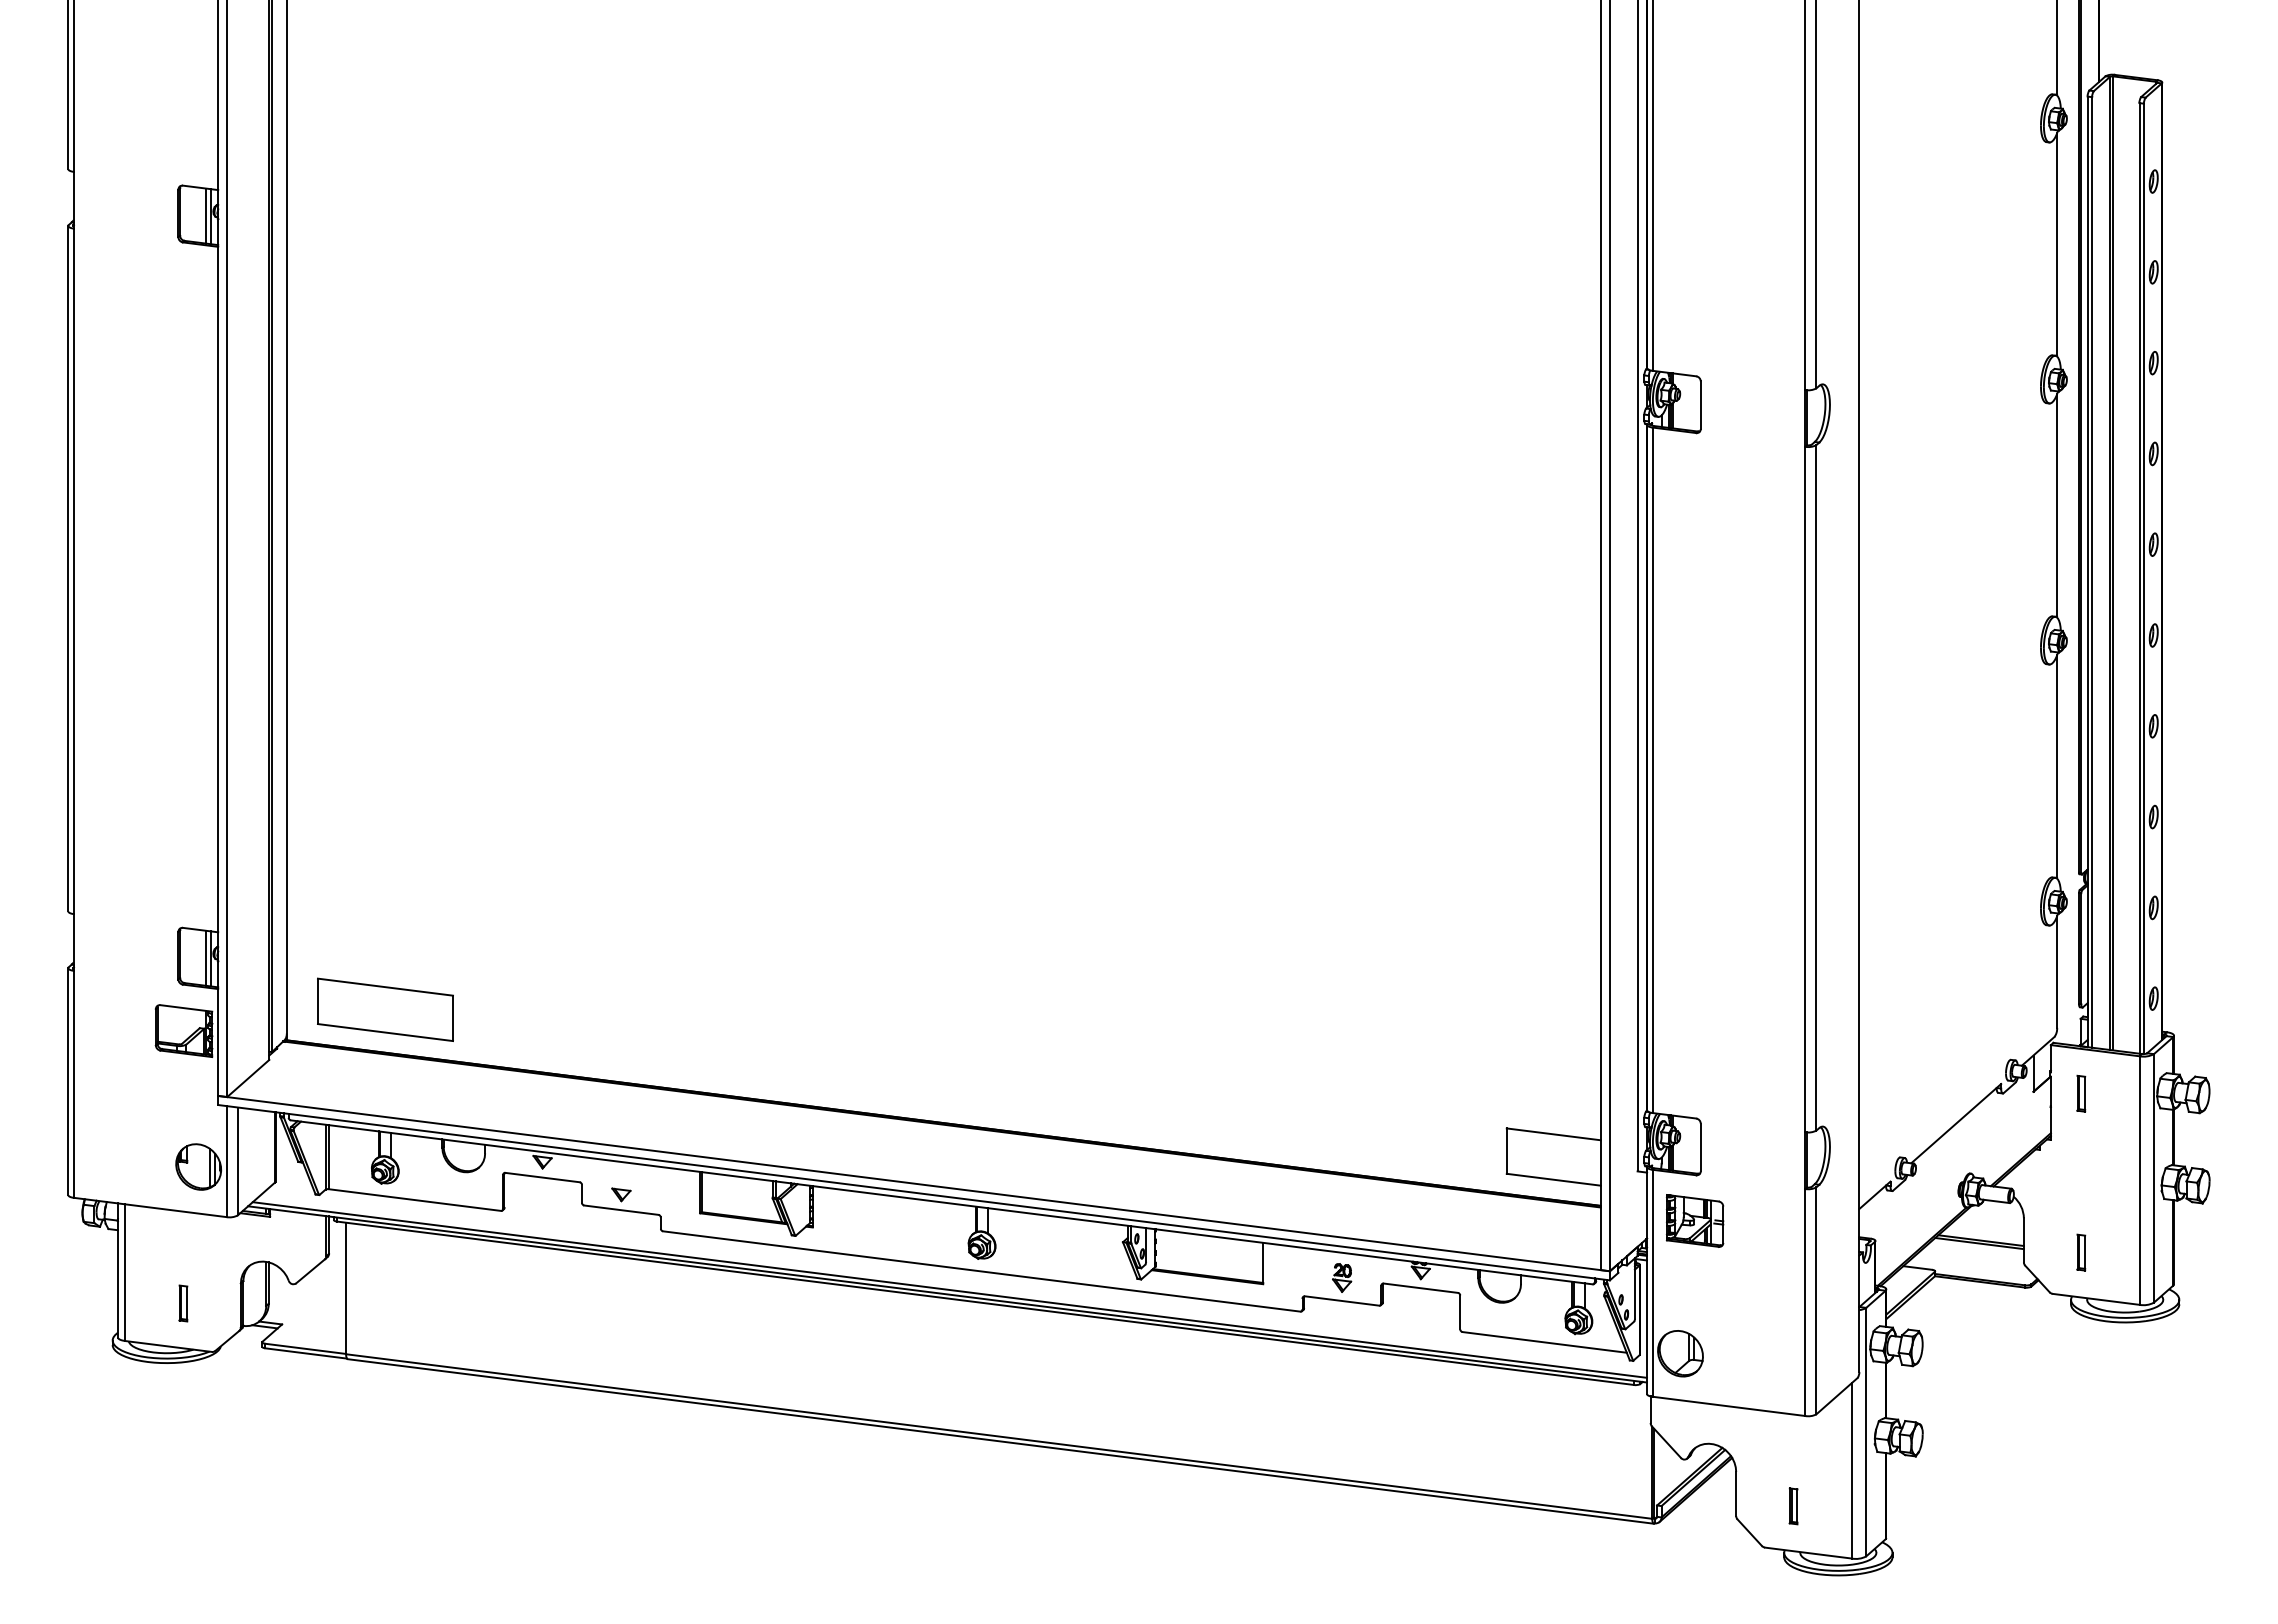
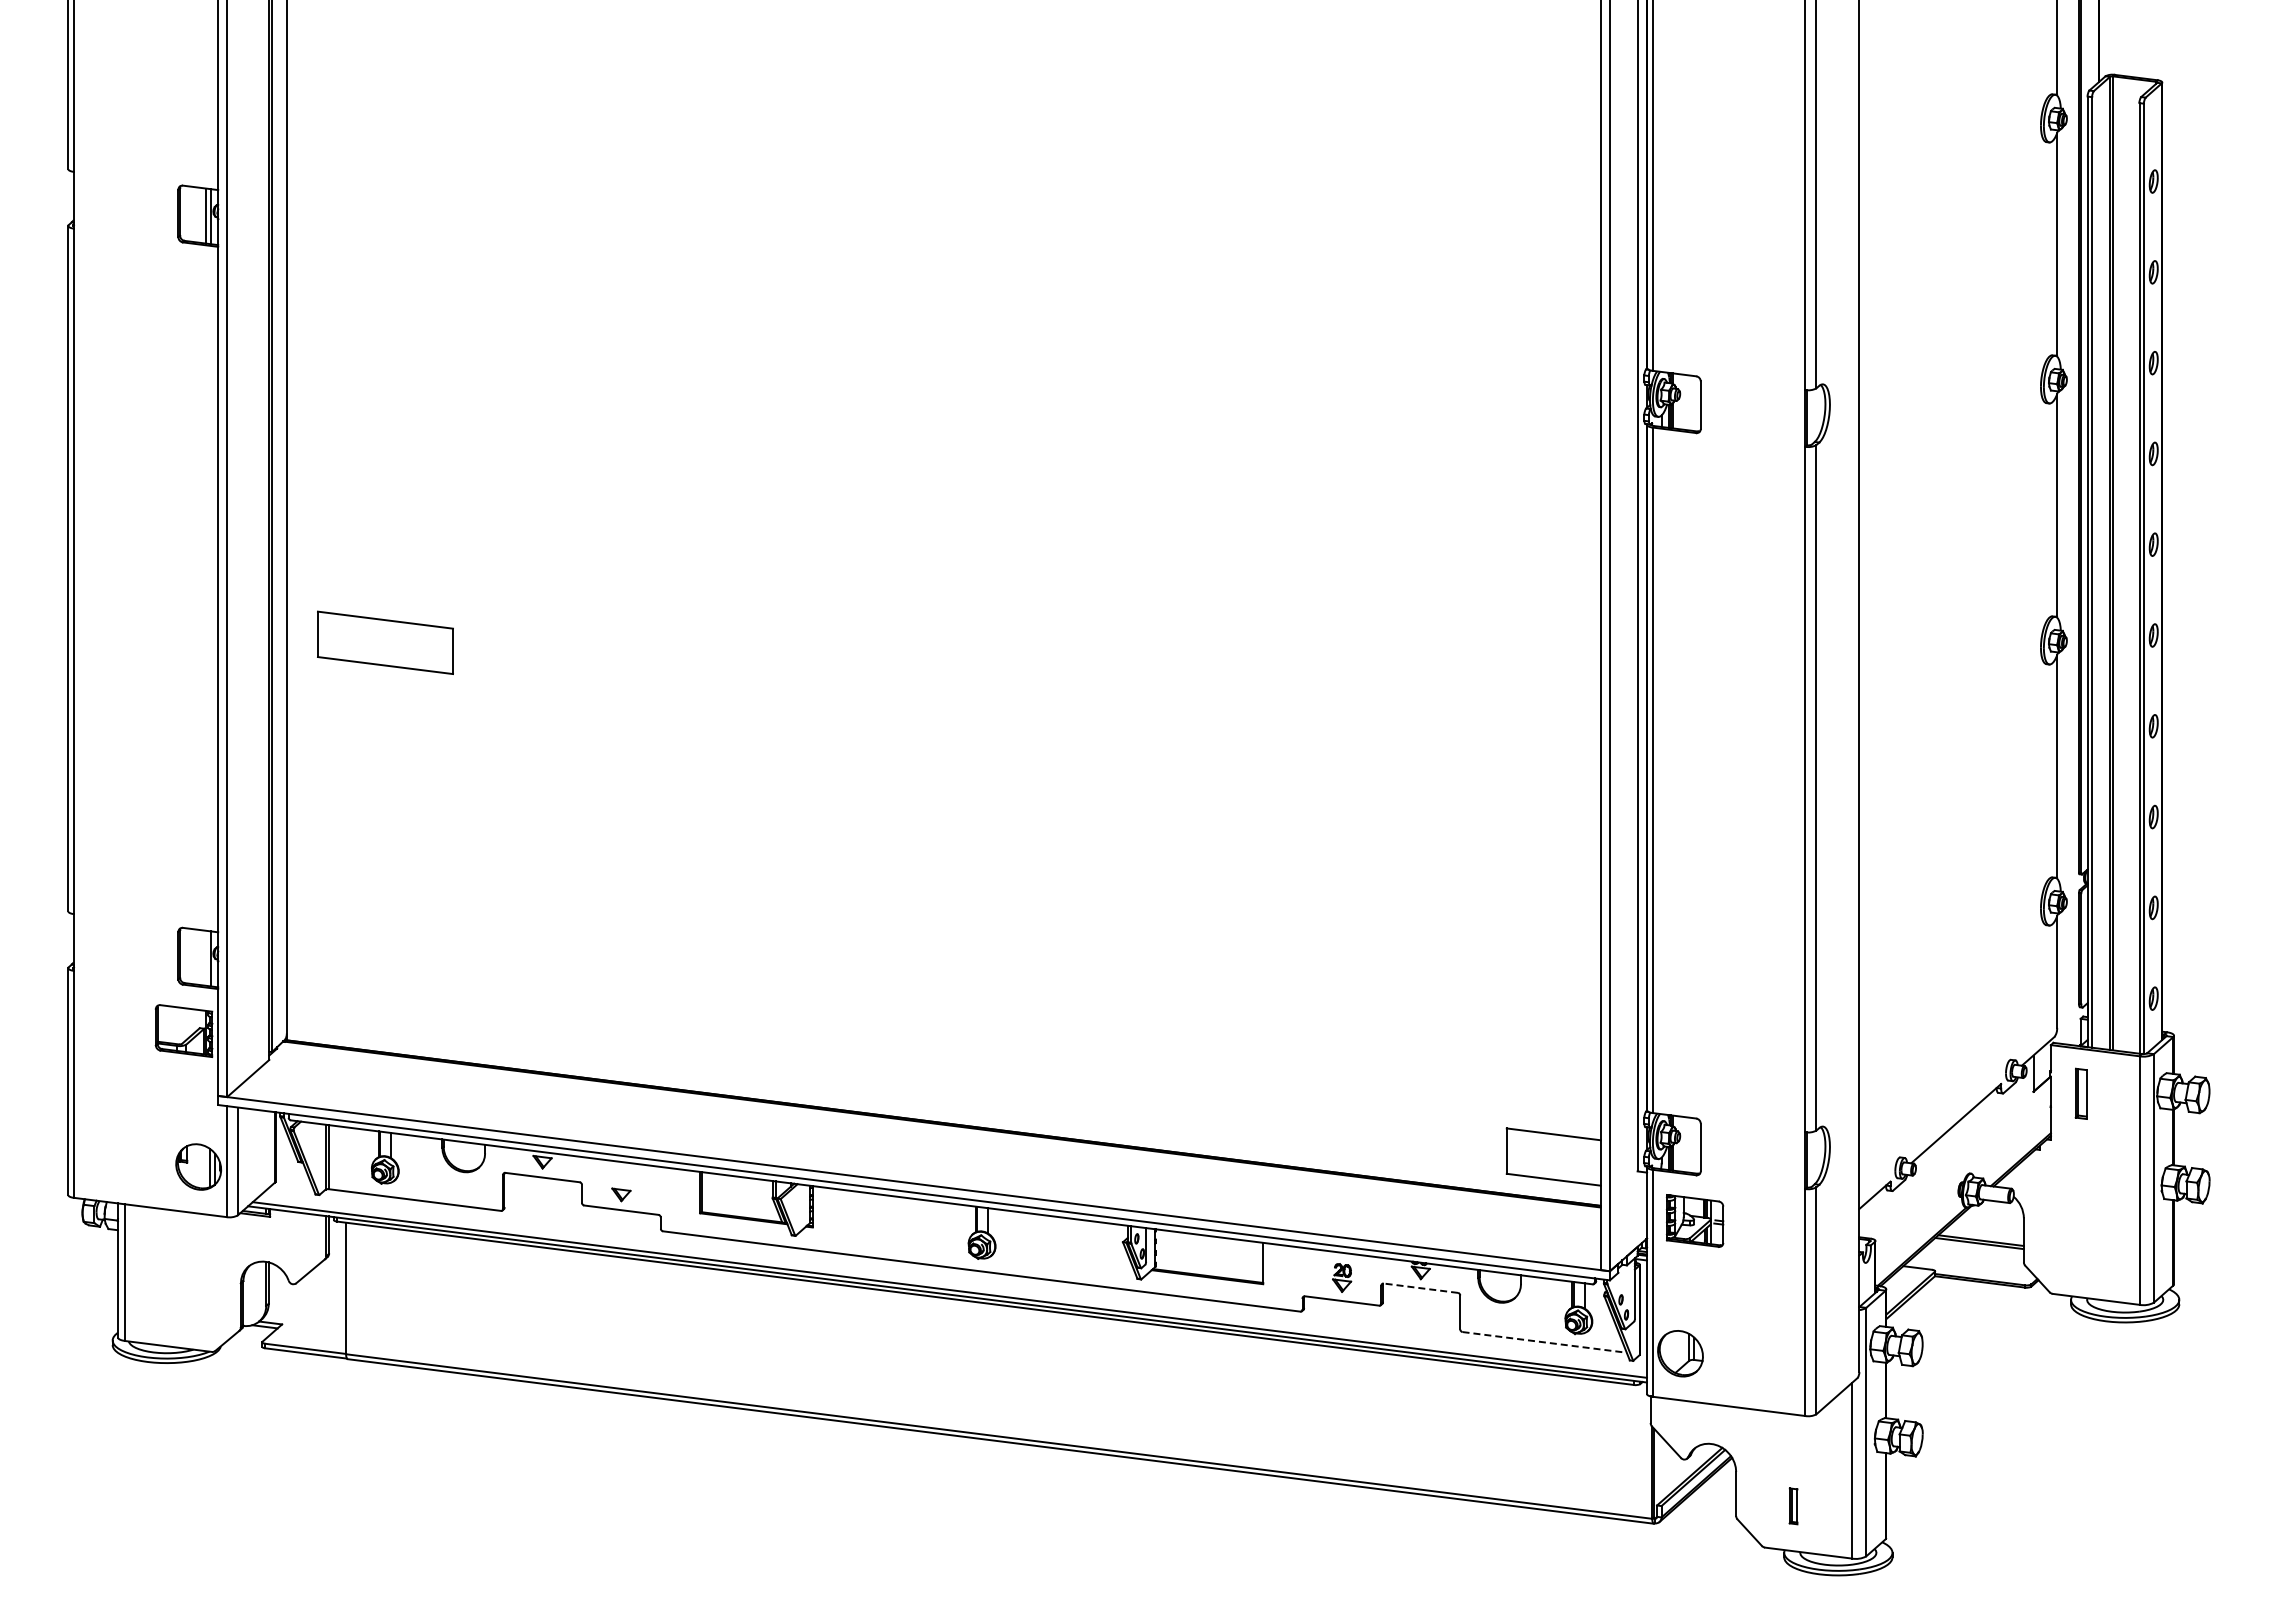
line at (205, 957): present -> none
part at (385, 1009) position: (385, 1009) -> (385, 642)
part at (2081, 1093) size: 11x39 px -> 14x53 px
part at (2081, 1252): present -> none
line at (1420, 1288): solid -> dashed
part at (183, 1303): present -> none
line at (1544, 1342): solid -> dashed
